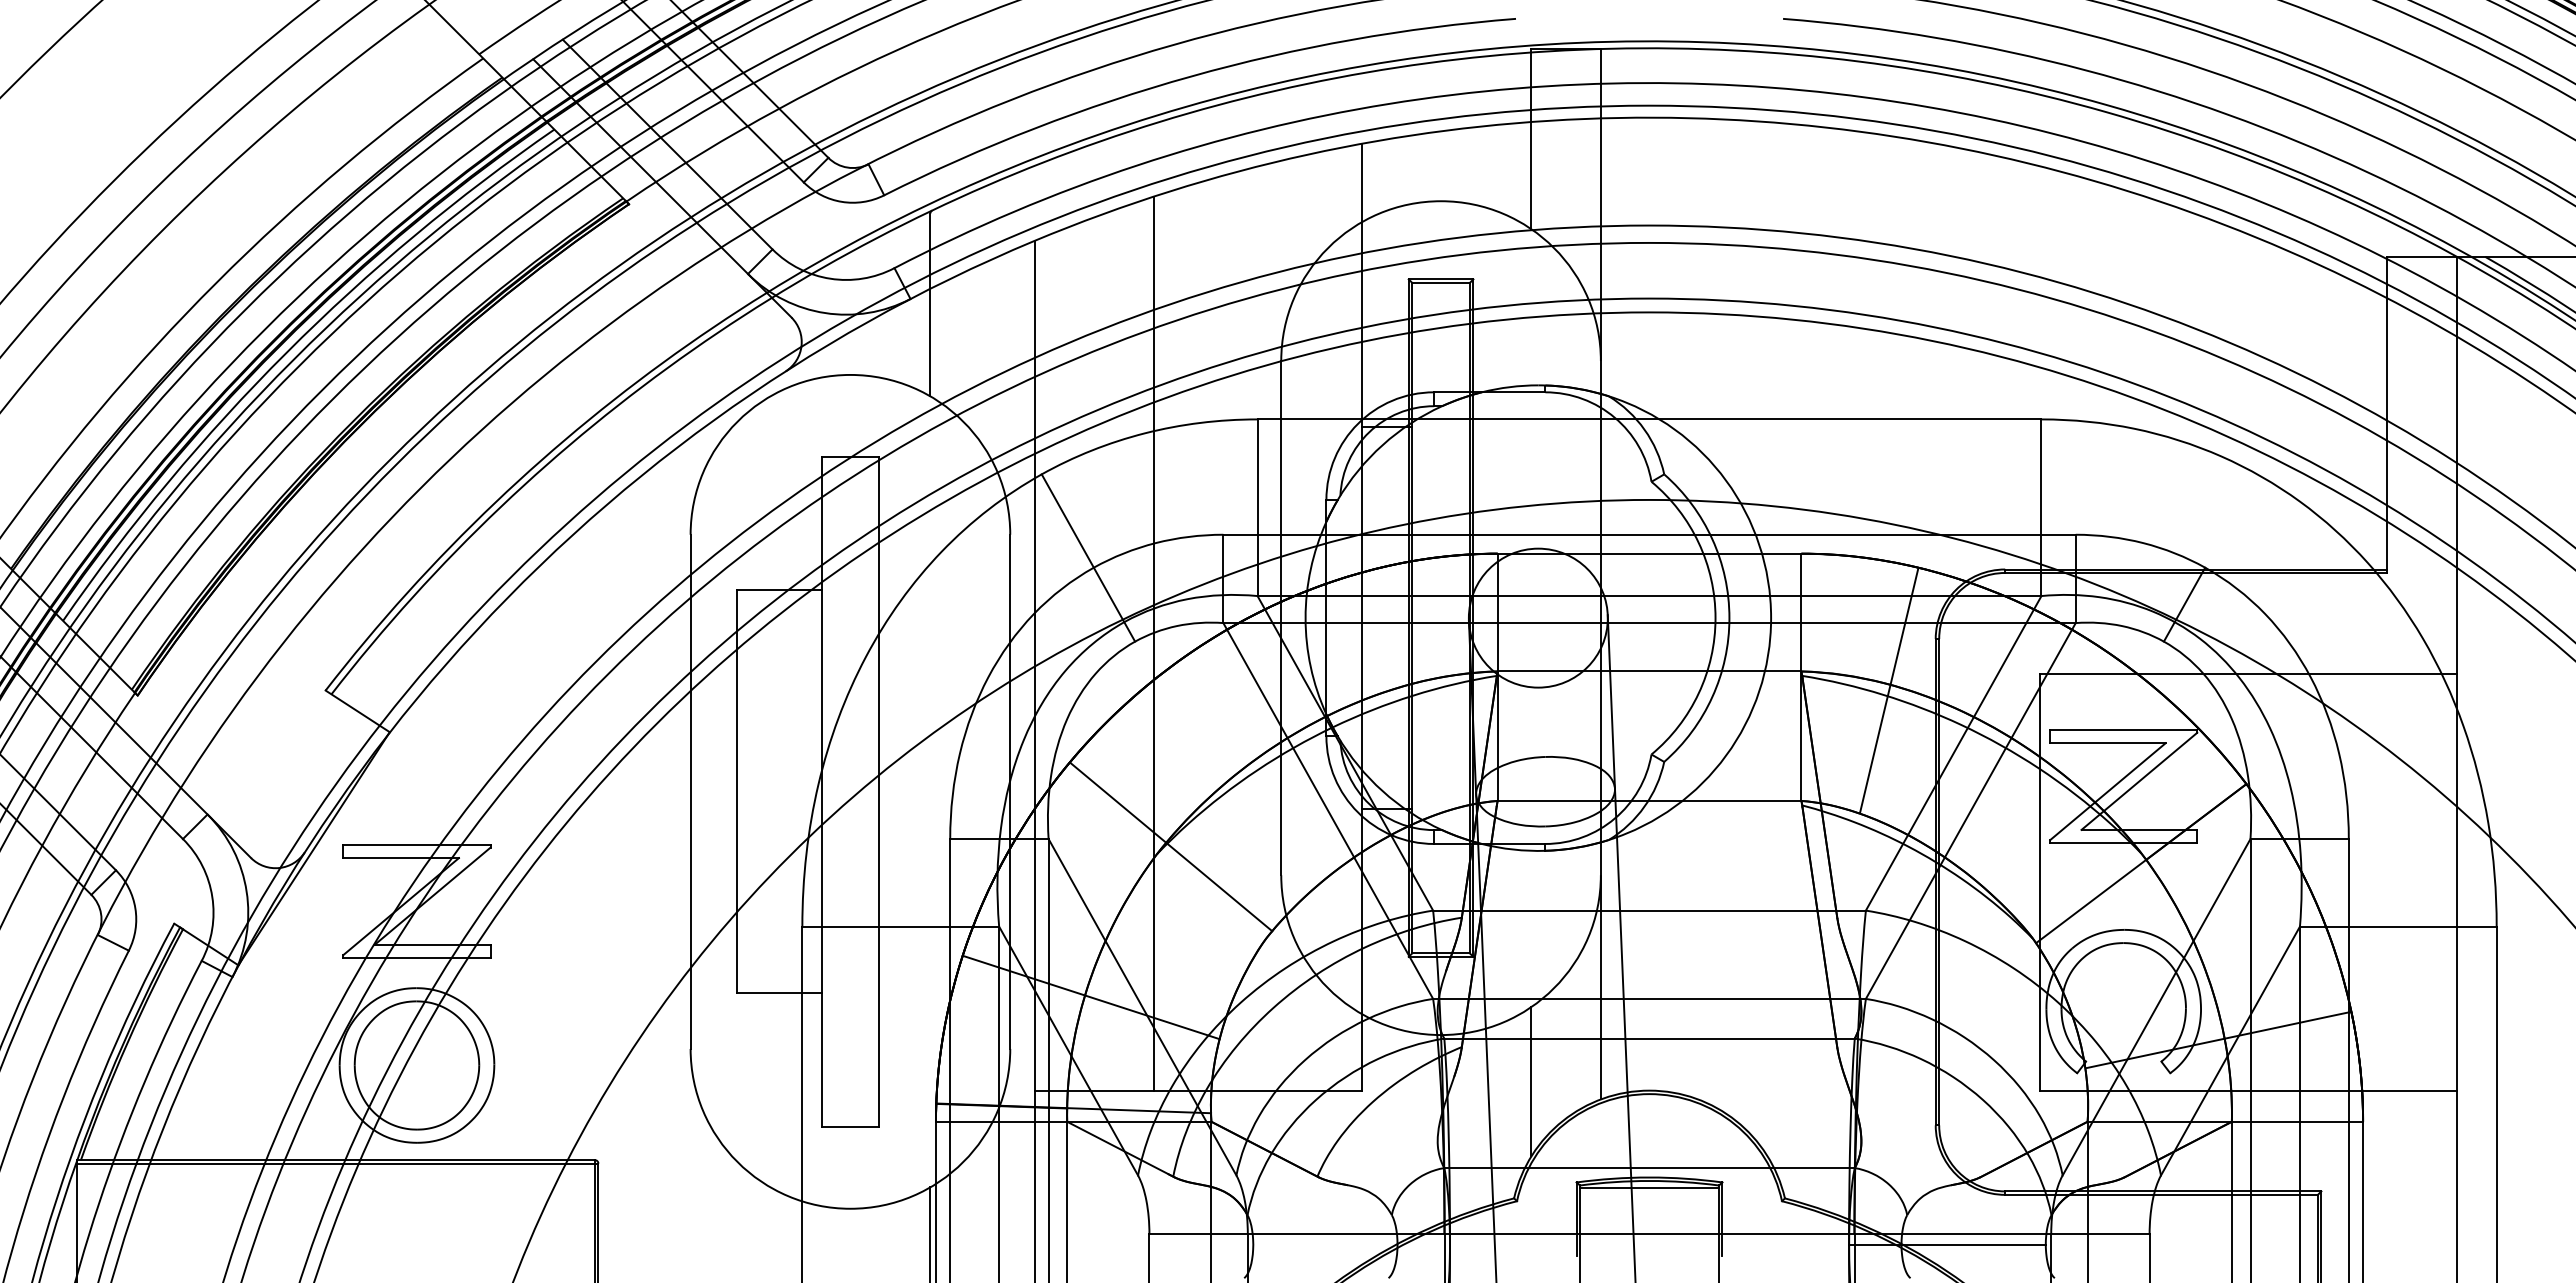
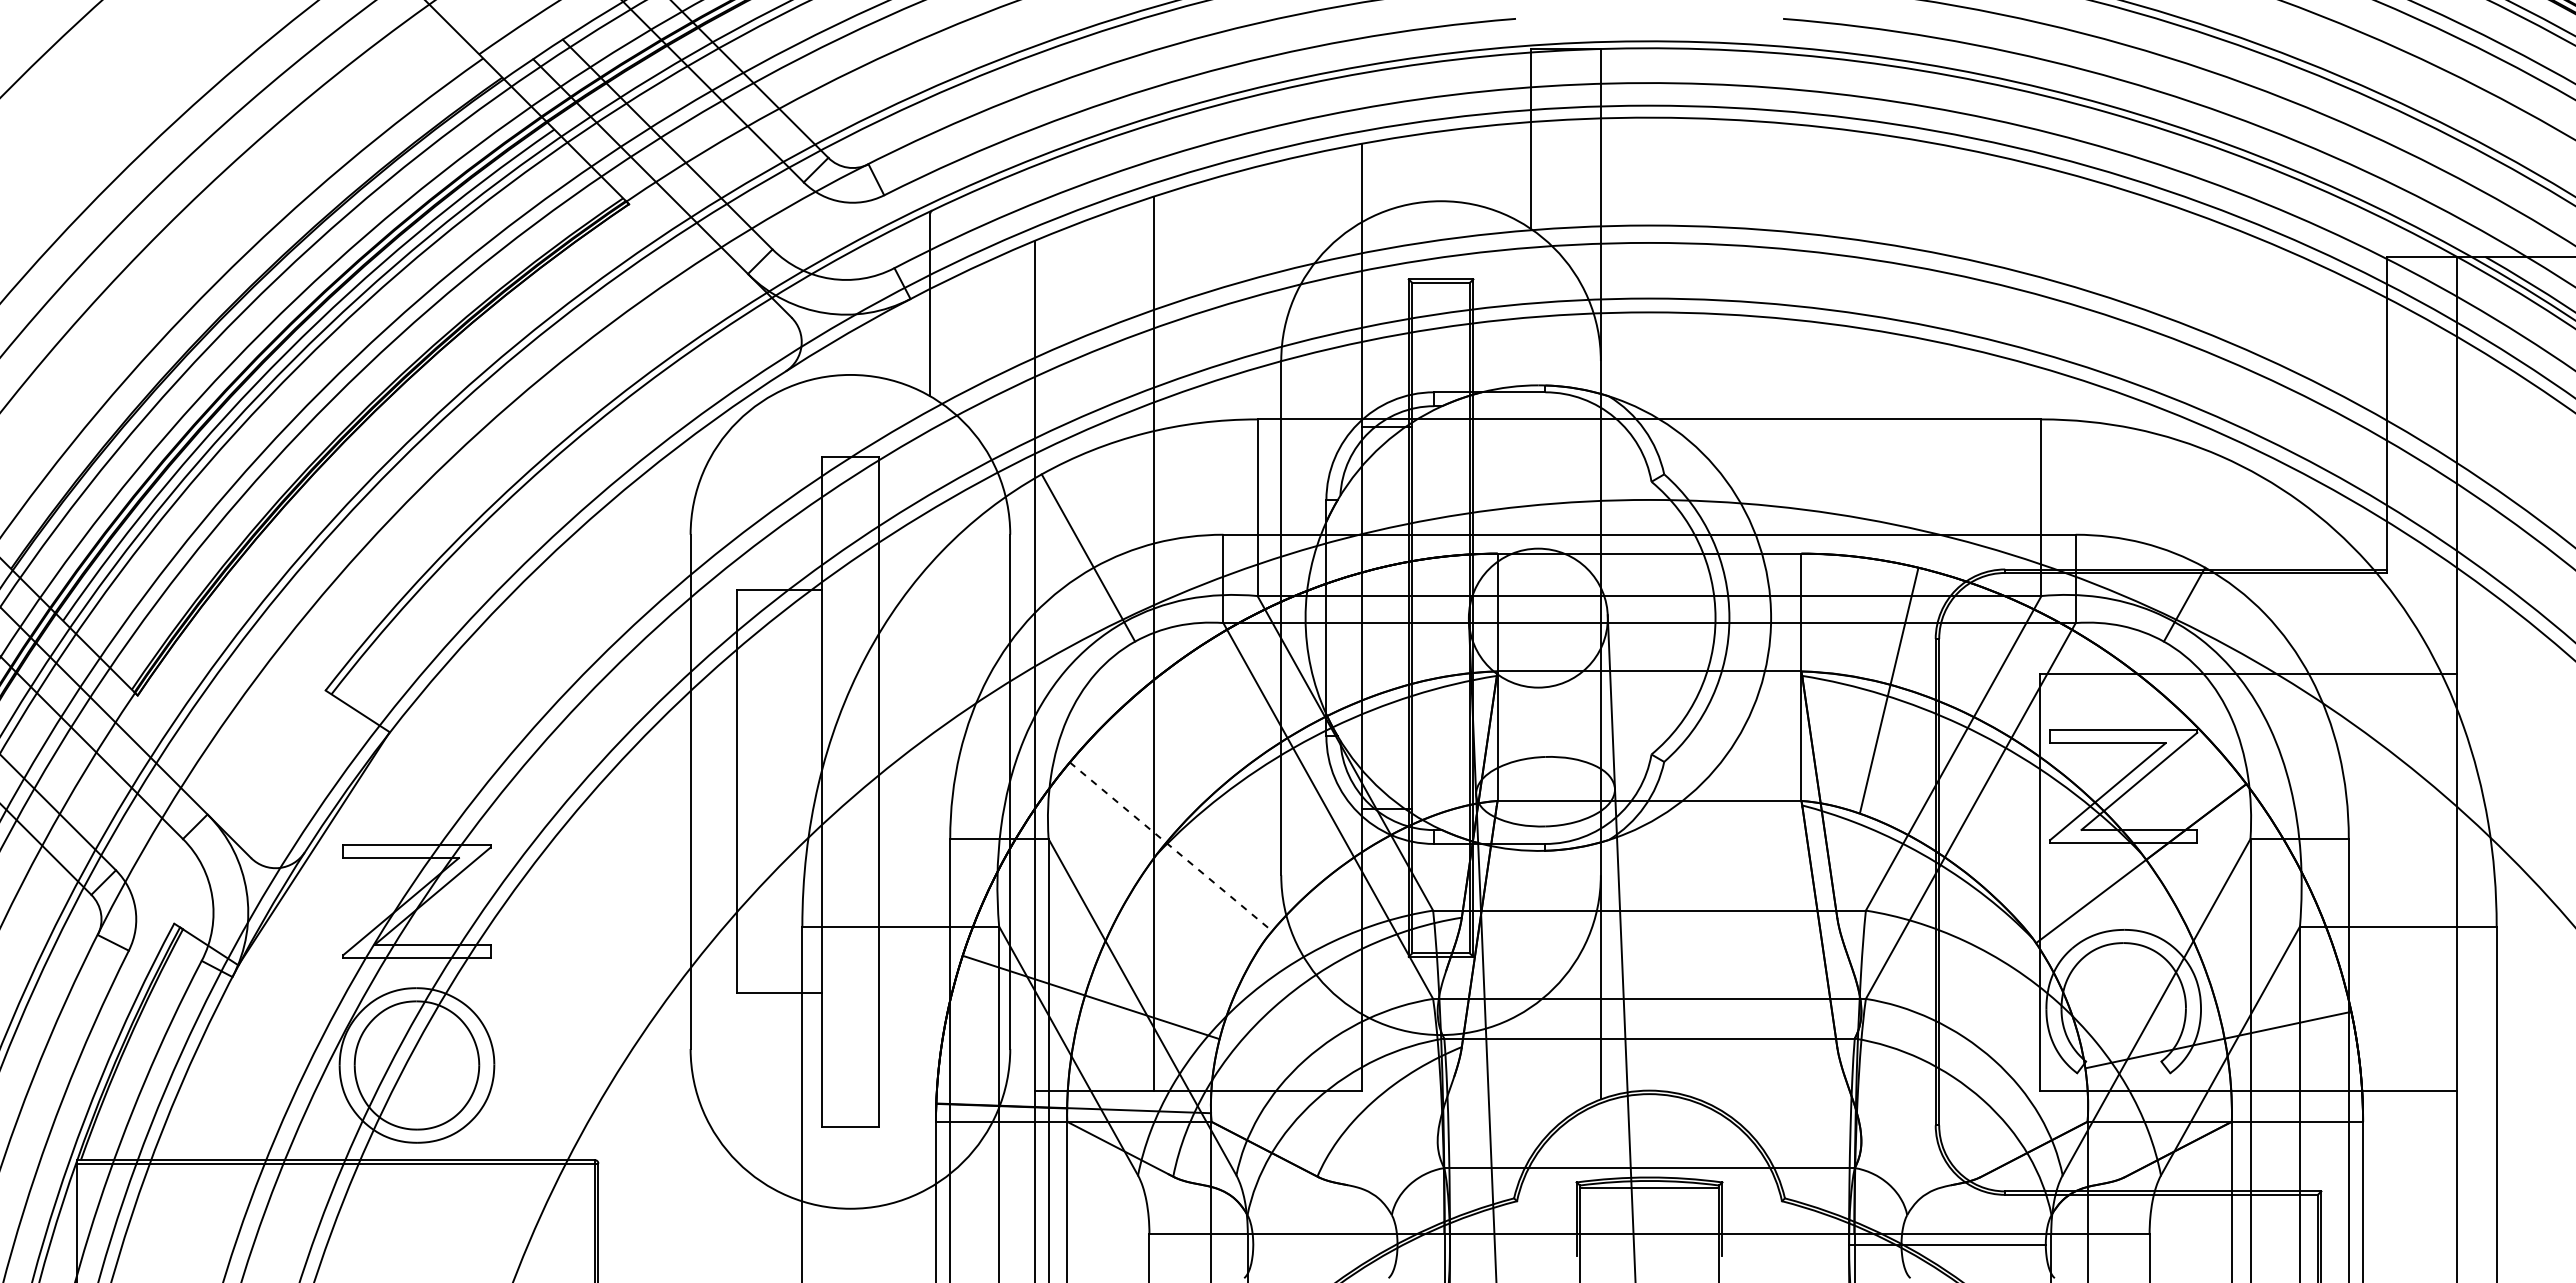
line at (1171, 846): solid -> dashed
line at (1531, 1081): present -> none
line at (930, 1233): present -> none
